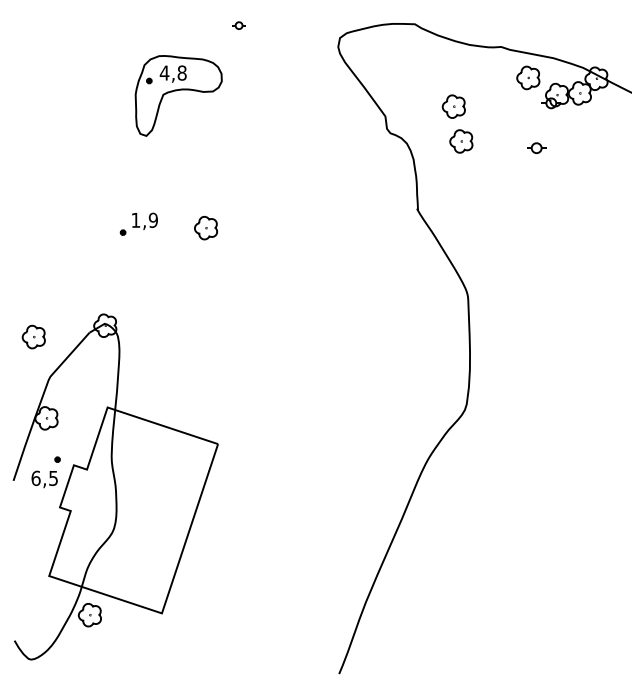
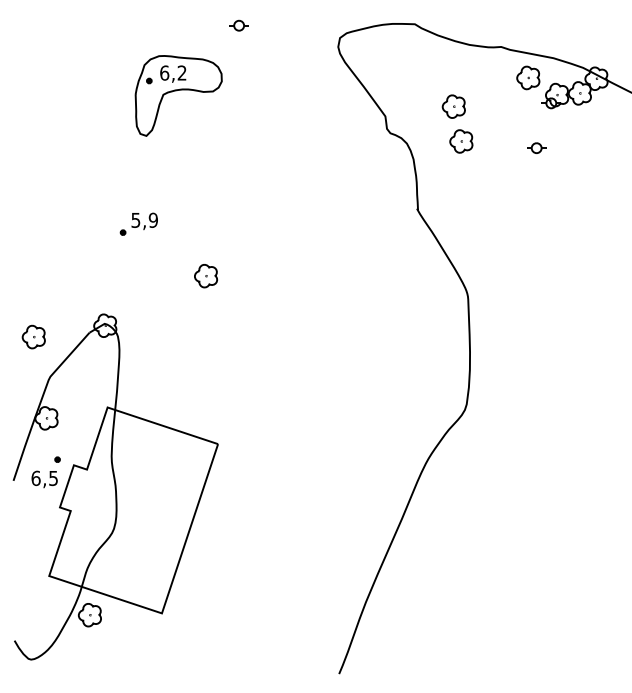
part at (238, 25) size: 14x9 px -> 20x13 px
text at (172, 72): 4,8 -> 6,2
text at (135, 220): 1,9 -> 5,9
part at (205, 228) position: (205, 228) -> (205, 276)
